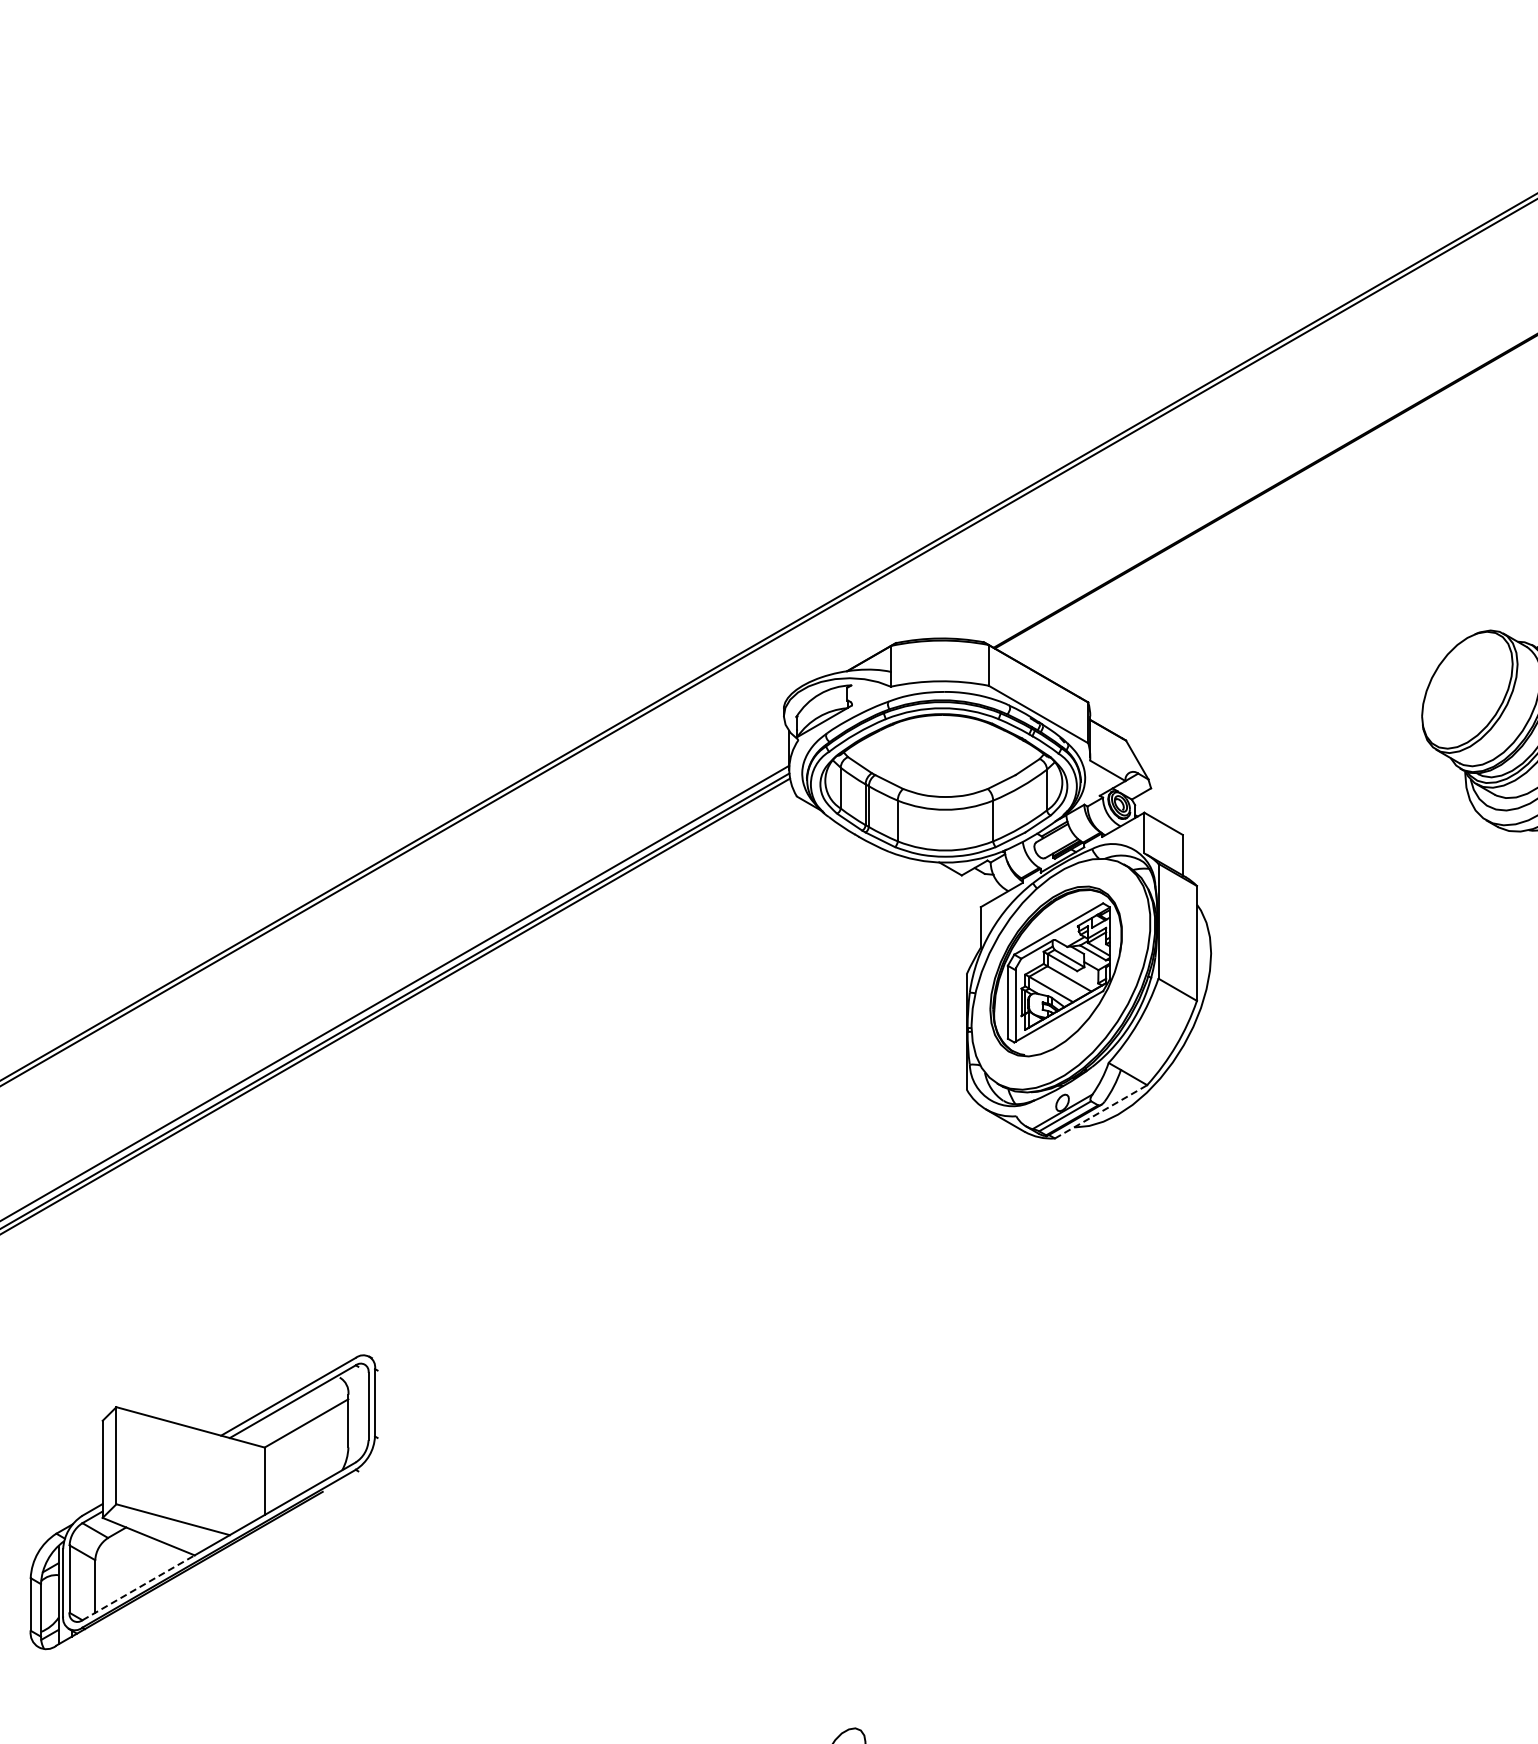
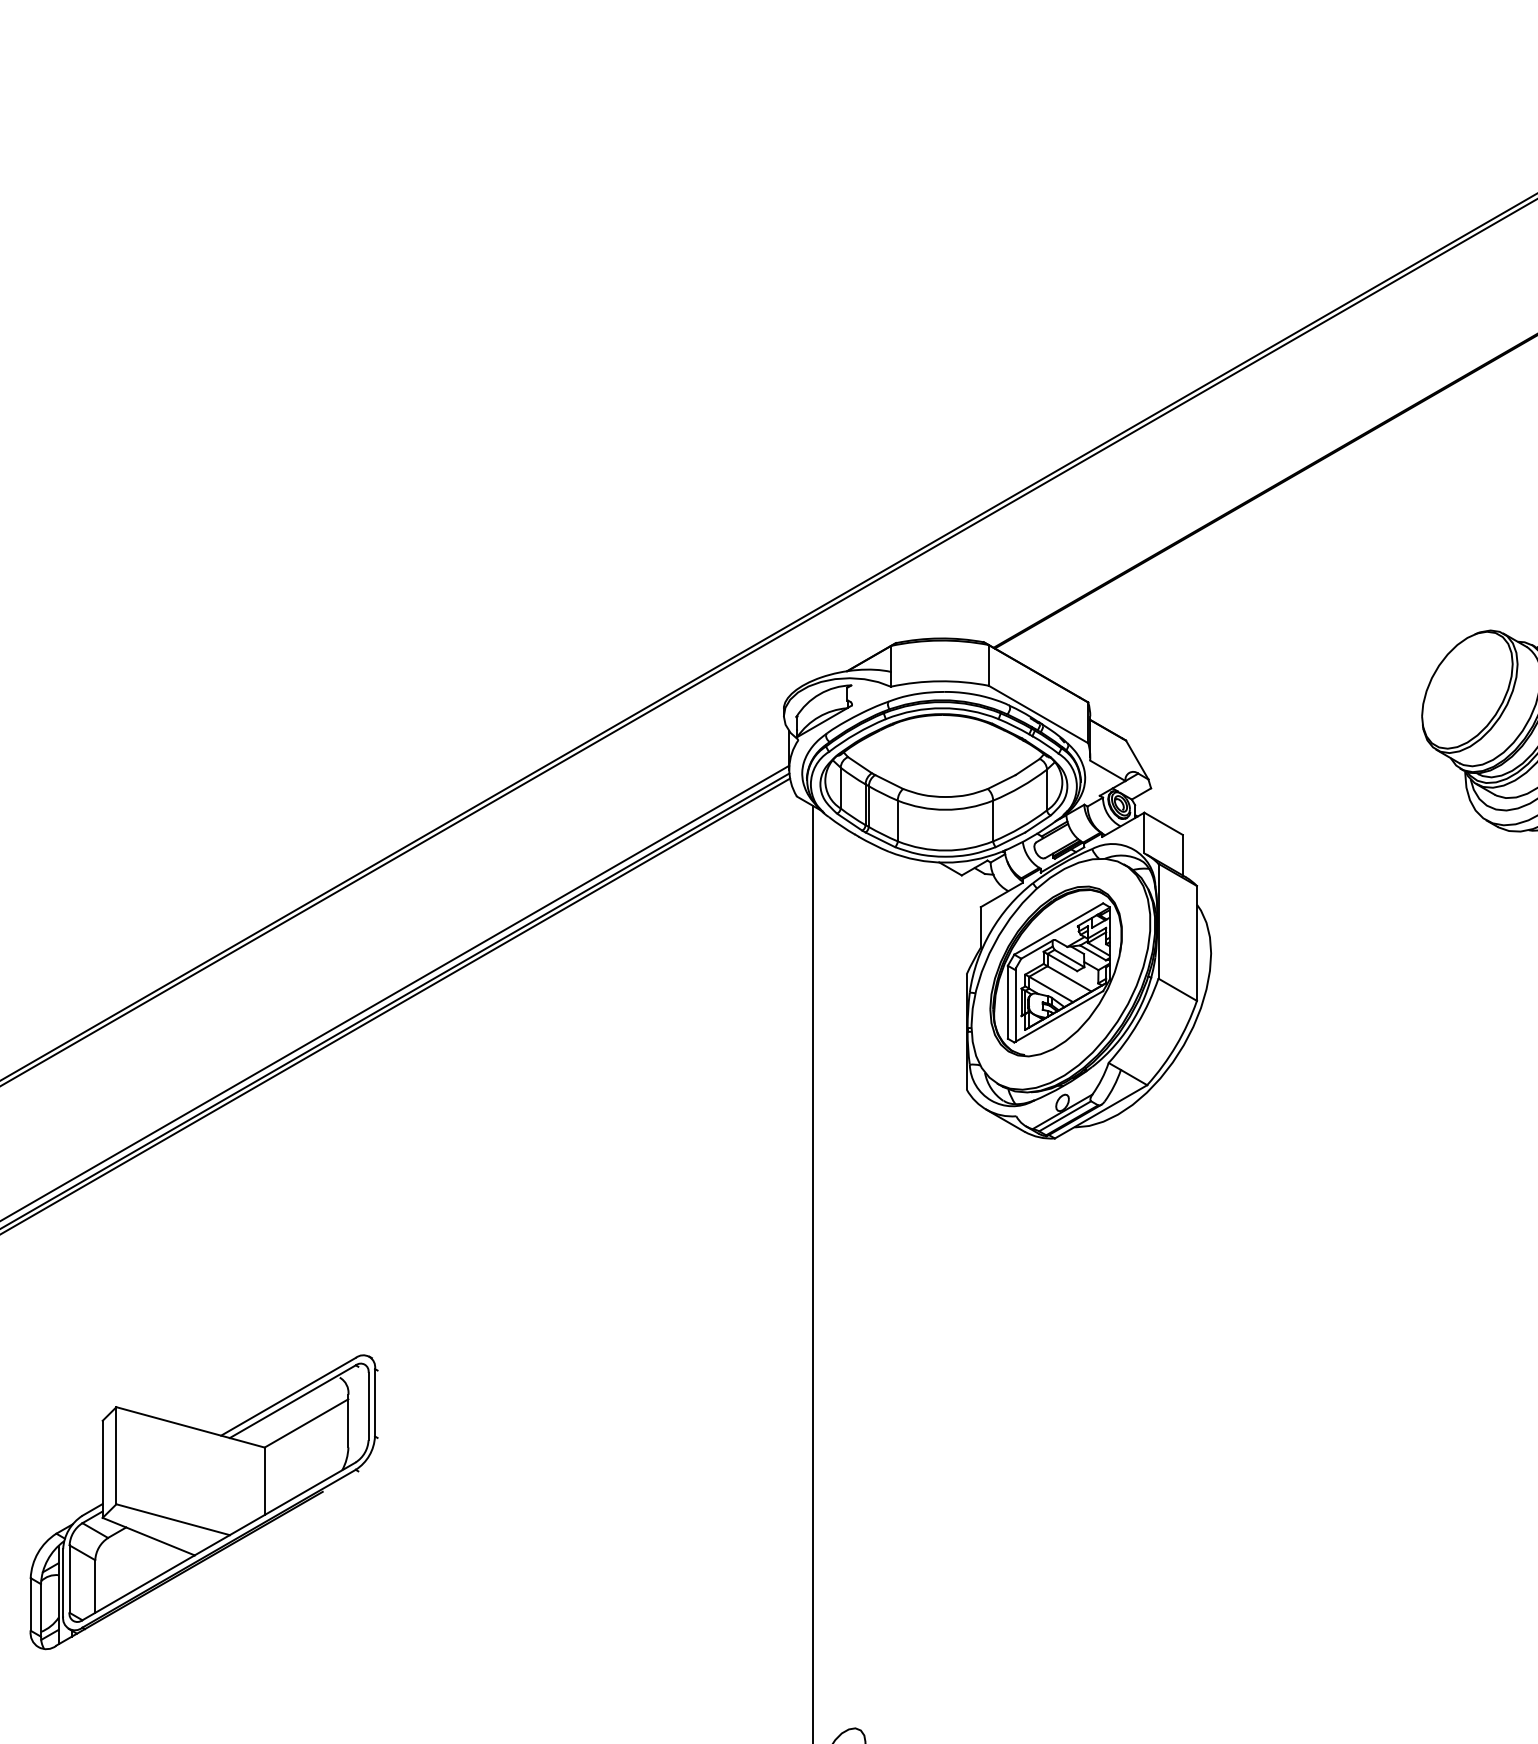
line at (1101, 1111): dashed -> solid
line at (813, 1273): none -> present
line at (138, 1587): dashed -> solid
